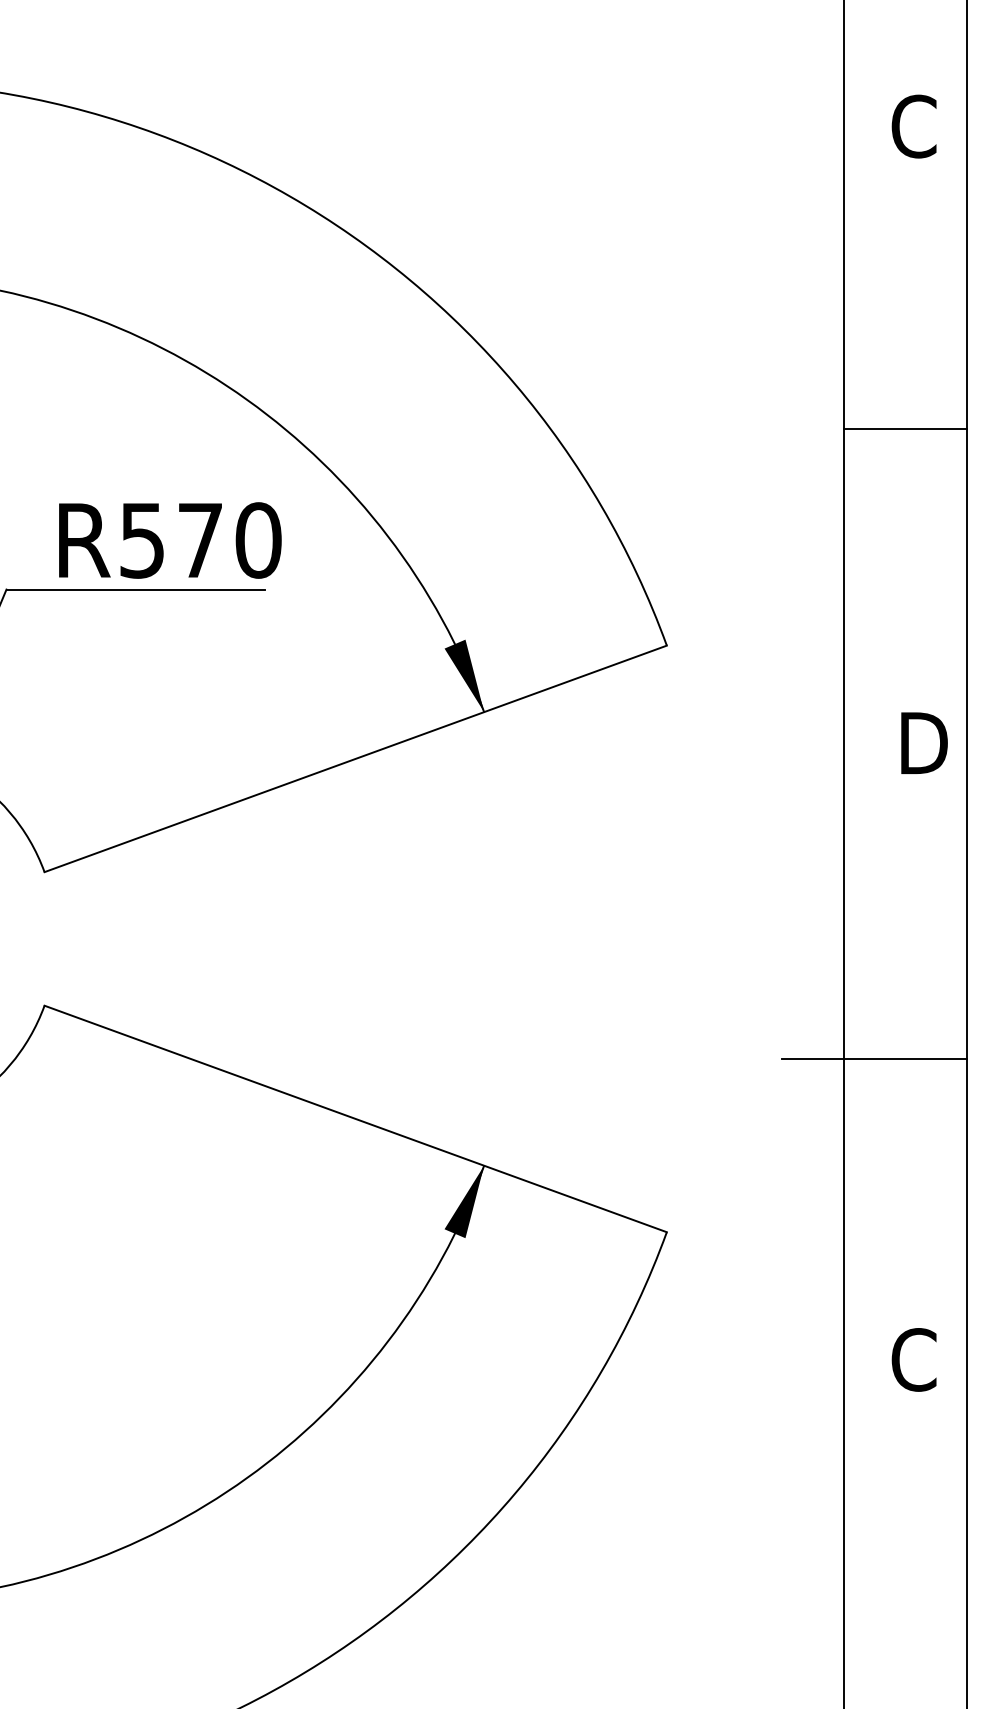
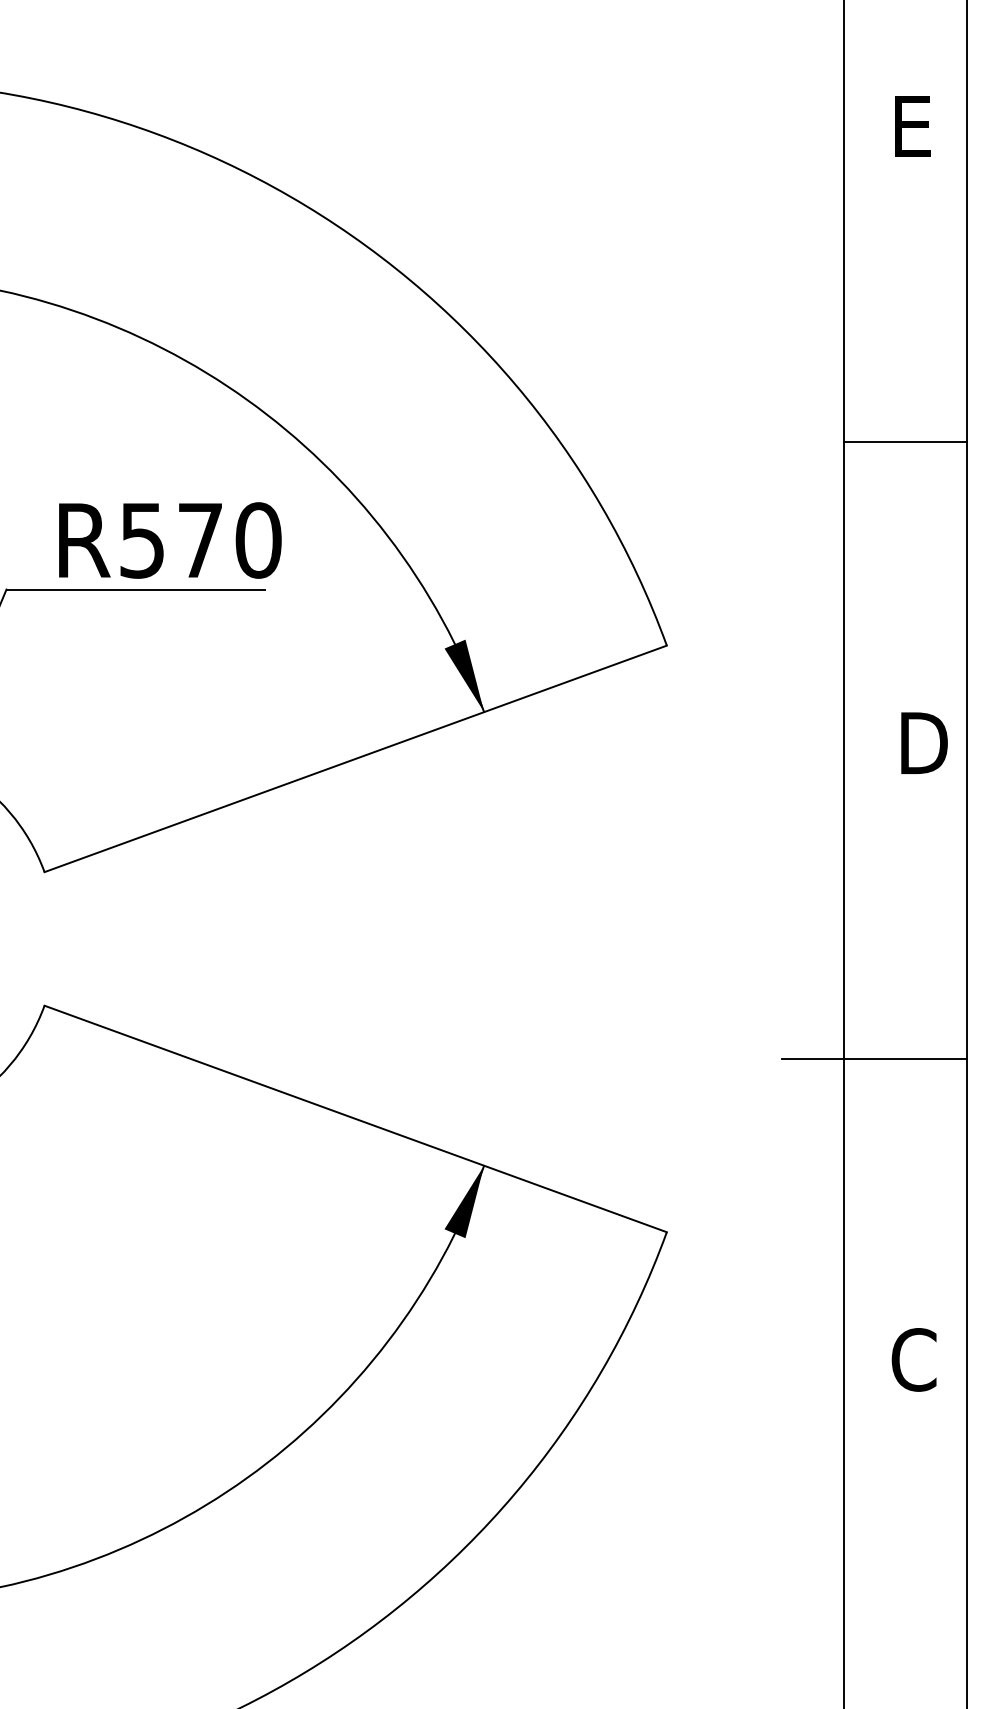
text at (913, 126): C -> E
line at (905, 429) position: (905, 429) -> (905, 442)
